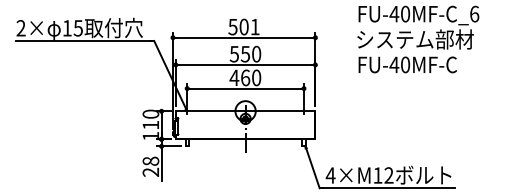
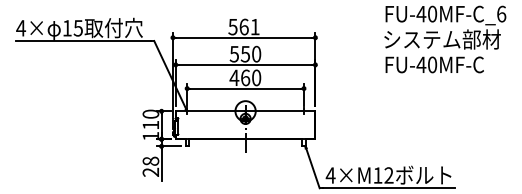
text at (243, 26): 501 -> 561
text at (21, 28): 2× -> 4×
text at (418, 39) position: (418, 39) -> (445, 39)
